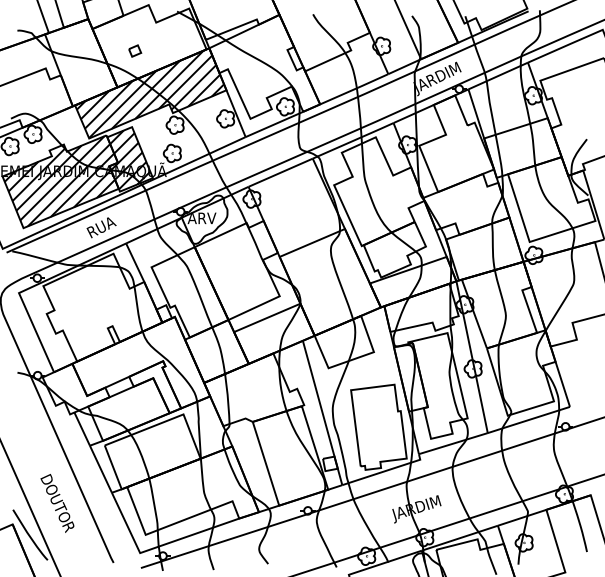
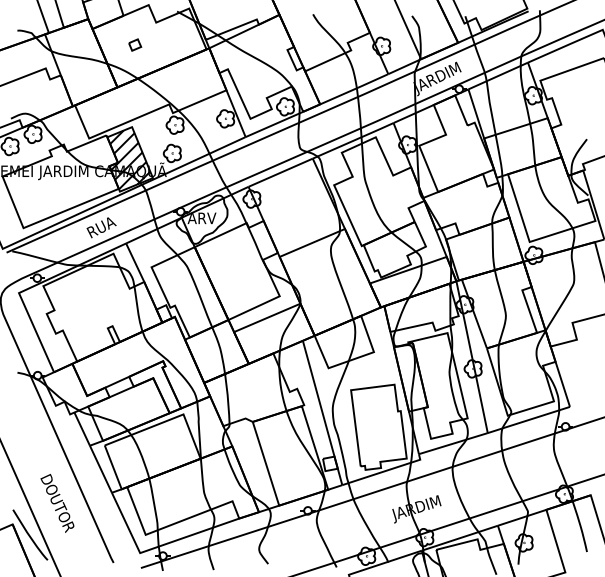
part at (135, 50) position: (135, 50) -> (135, 44)
hatch at (150, 94): present -> none
hatch at (59, 181): present -> none
